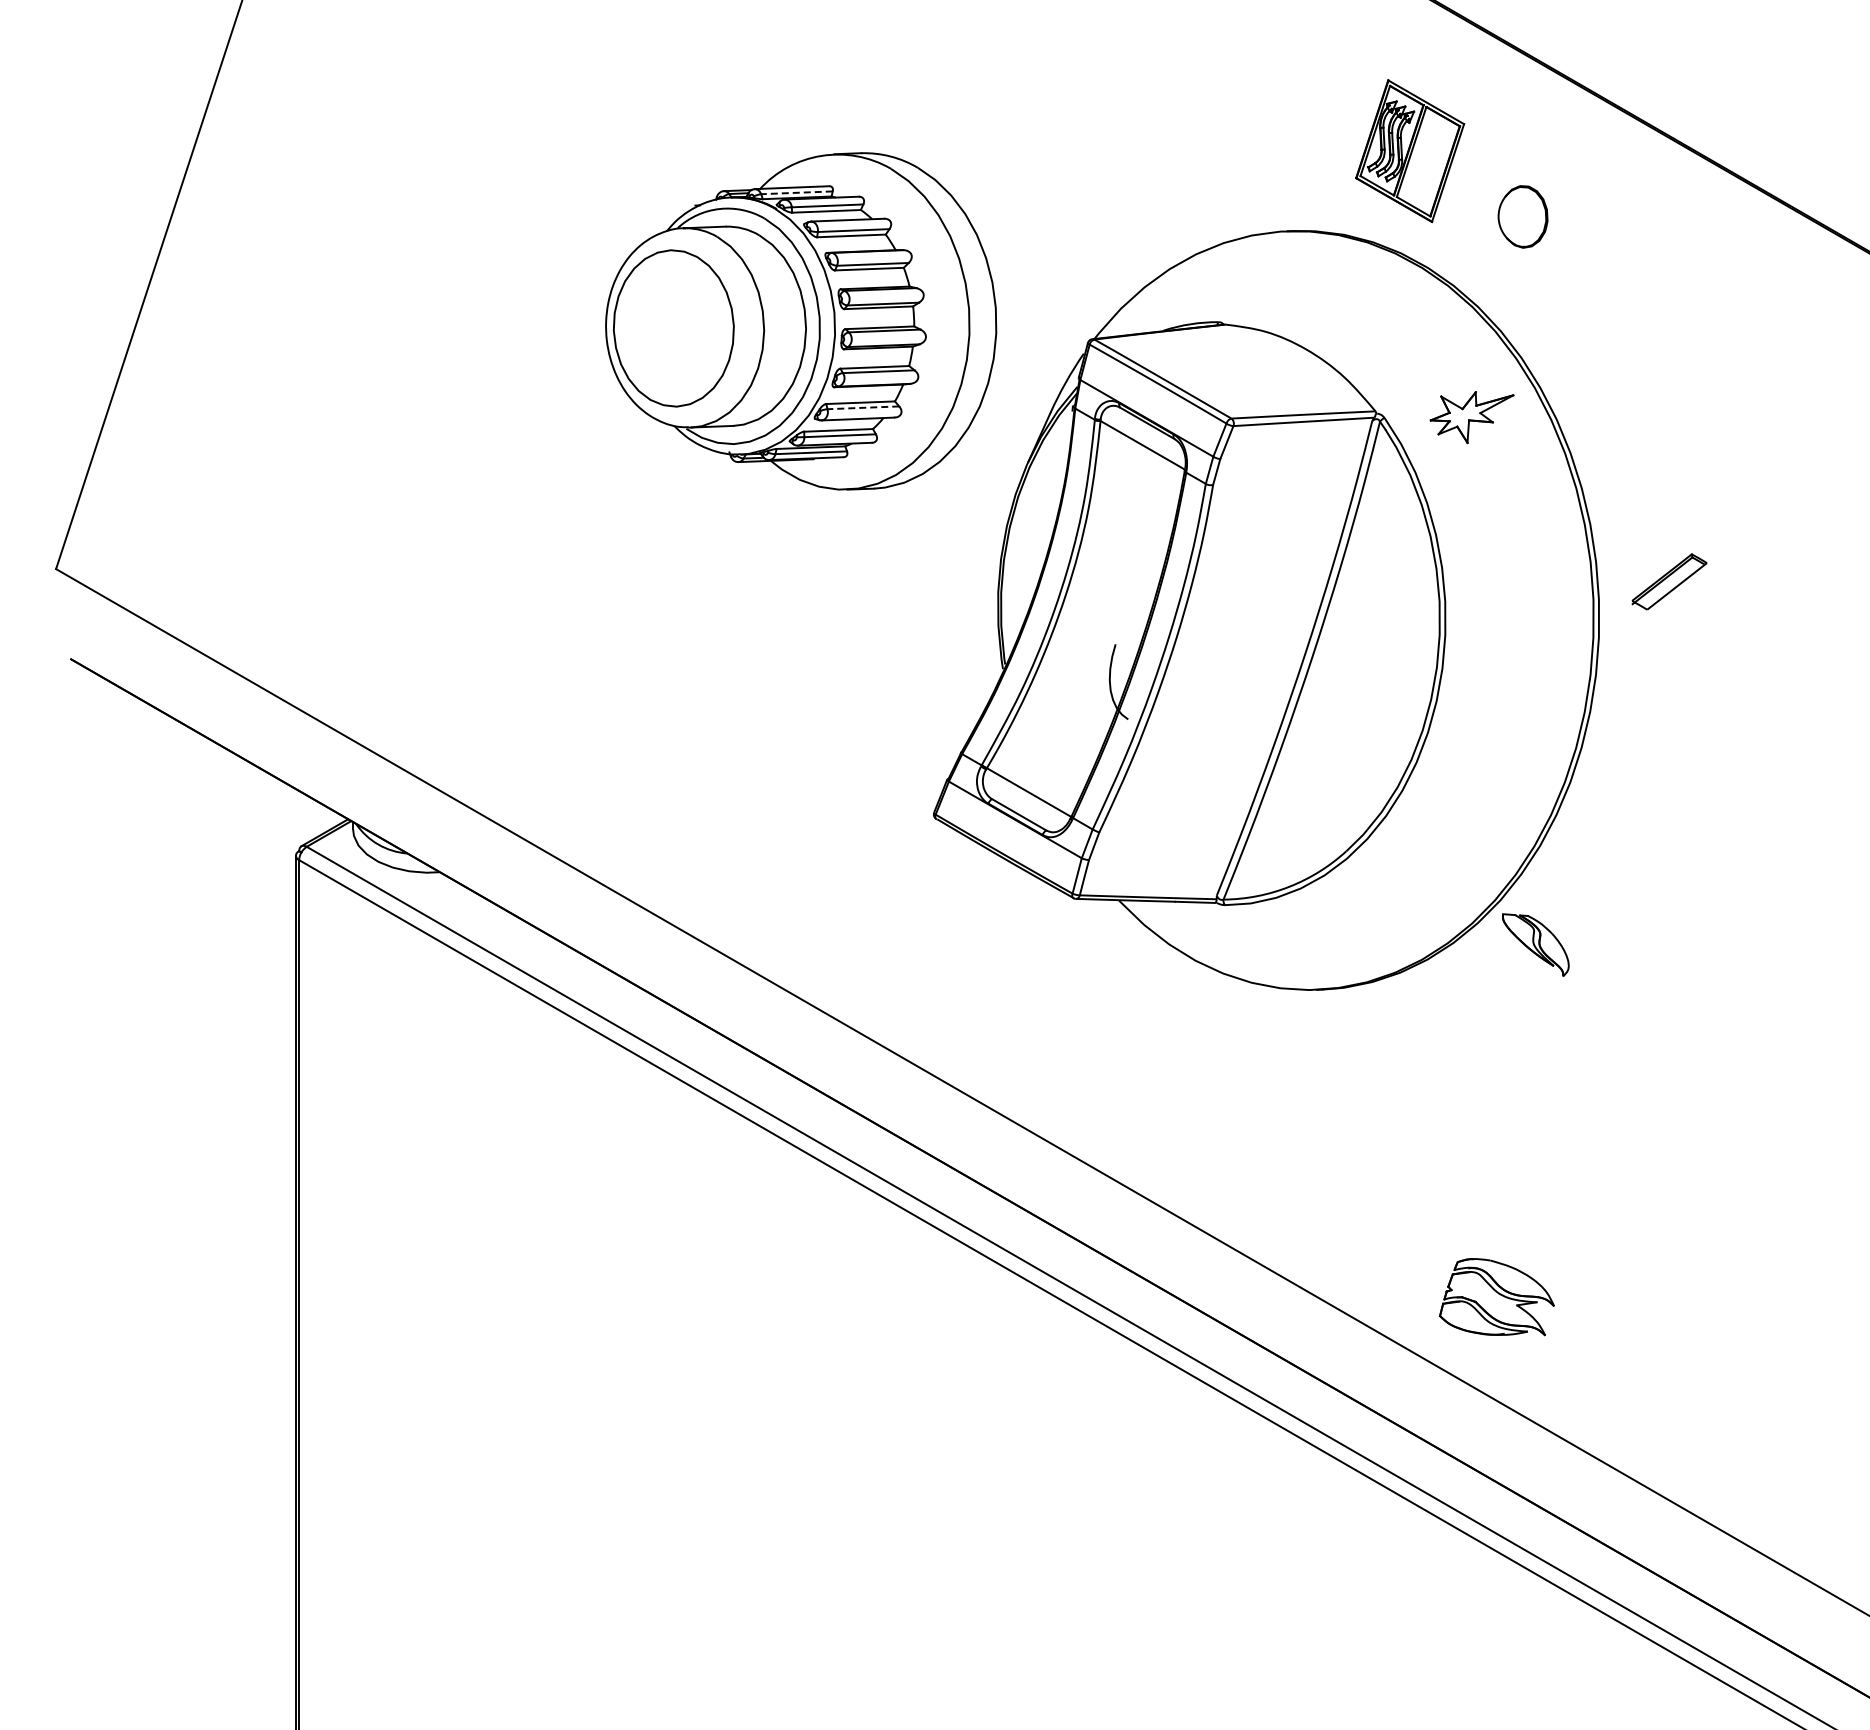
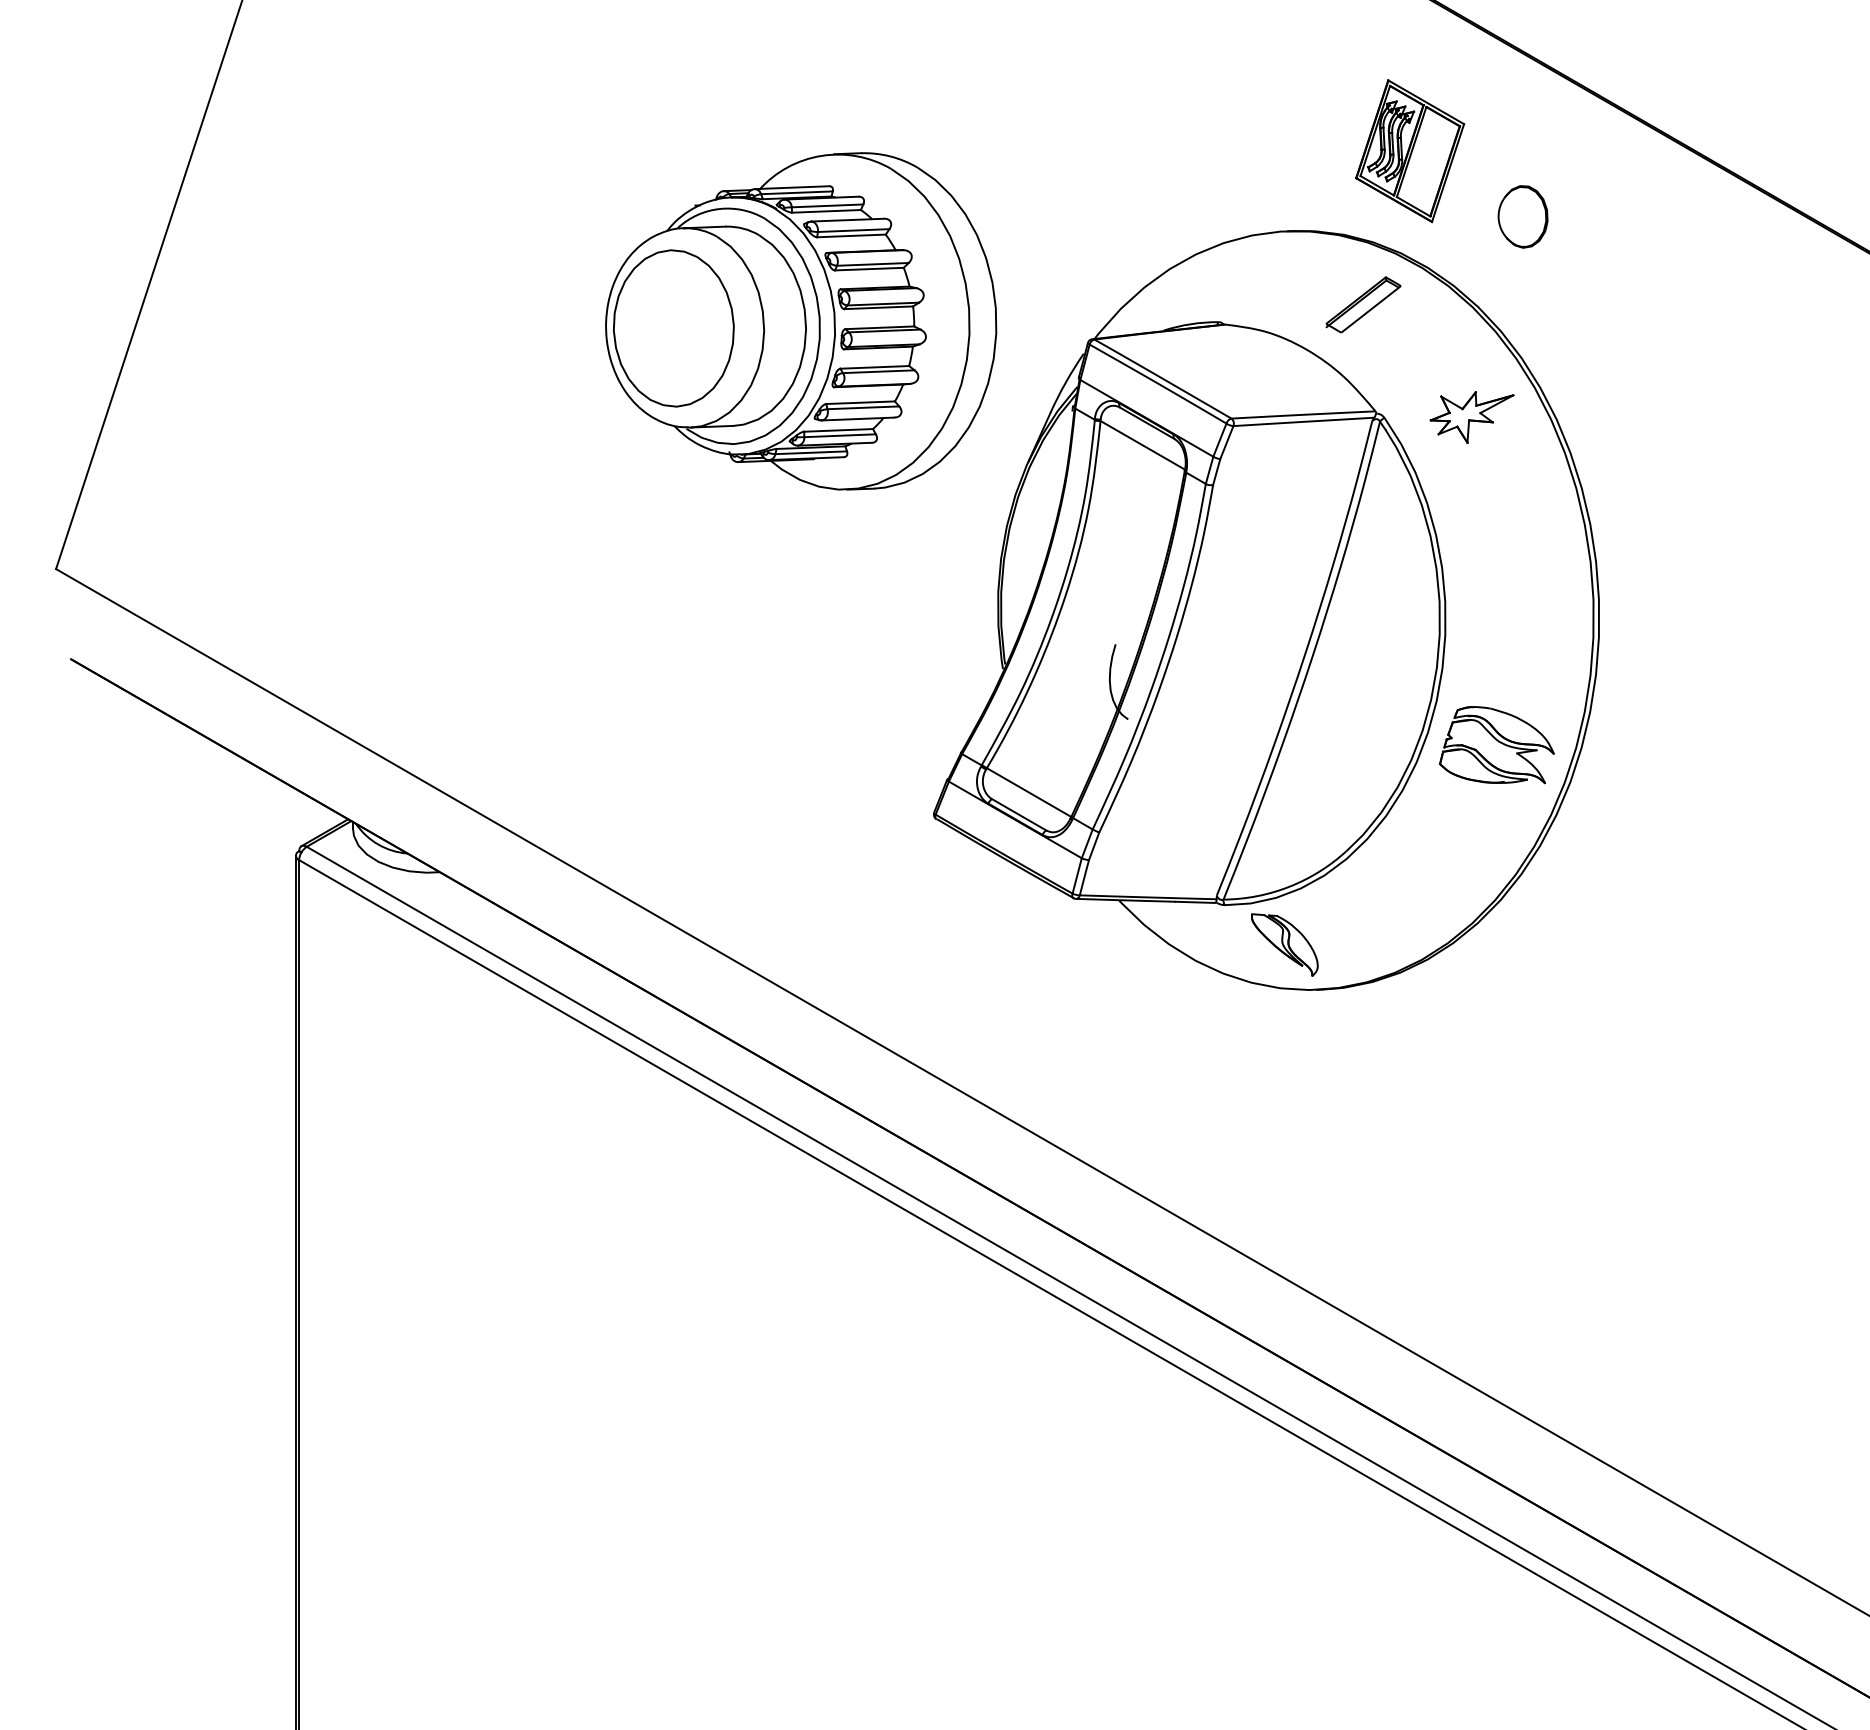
line at (796, 192): dashed -> solid
line at (863, 407): dashed -> solid
part at (1669, 581) position: (1669, 581) -> (1363, 304)
part at (1535, 944) position: (1535, 944) -> (1284, 944)
part at (1496, 1297) position: (1496, 1297) -> (1496, 745)
